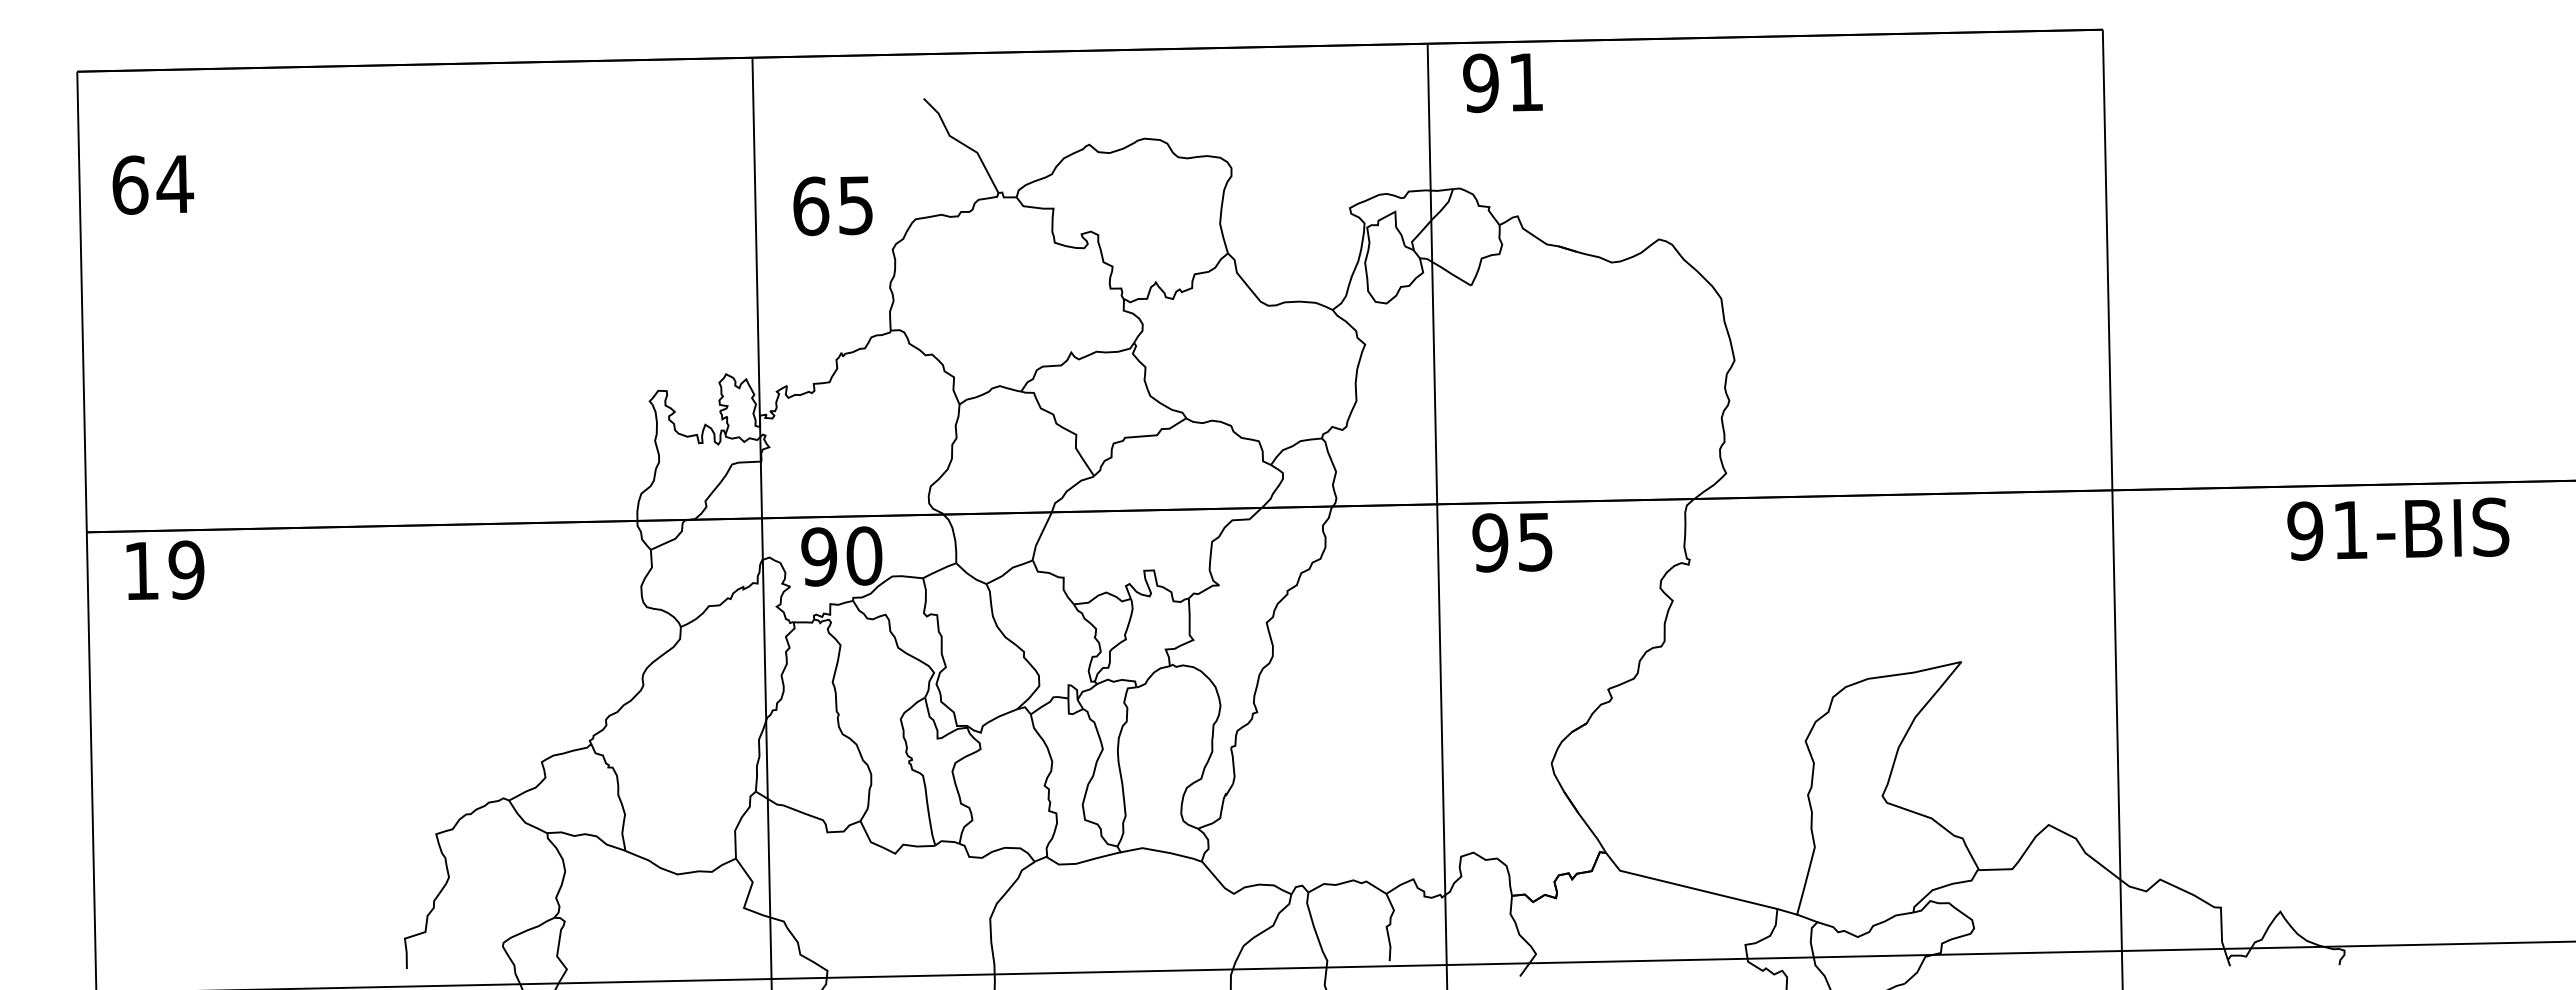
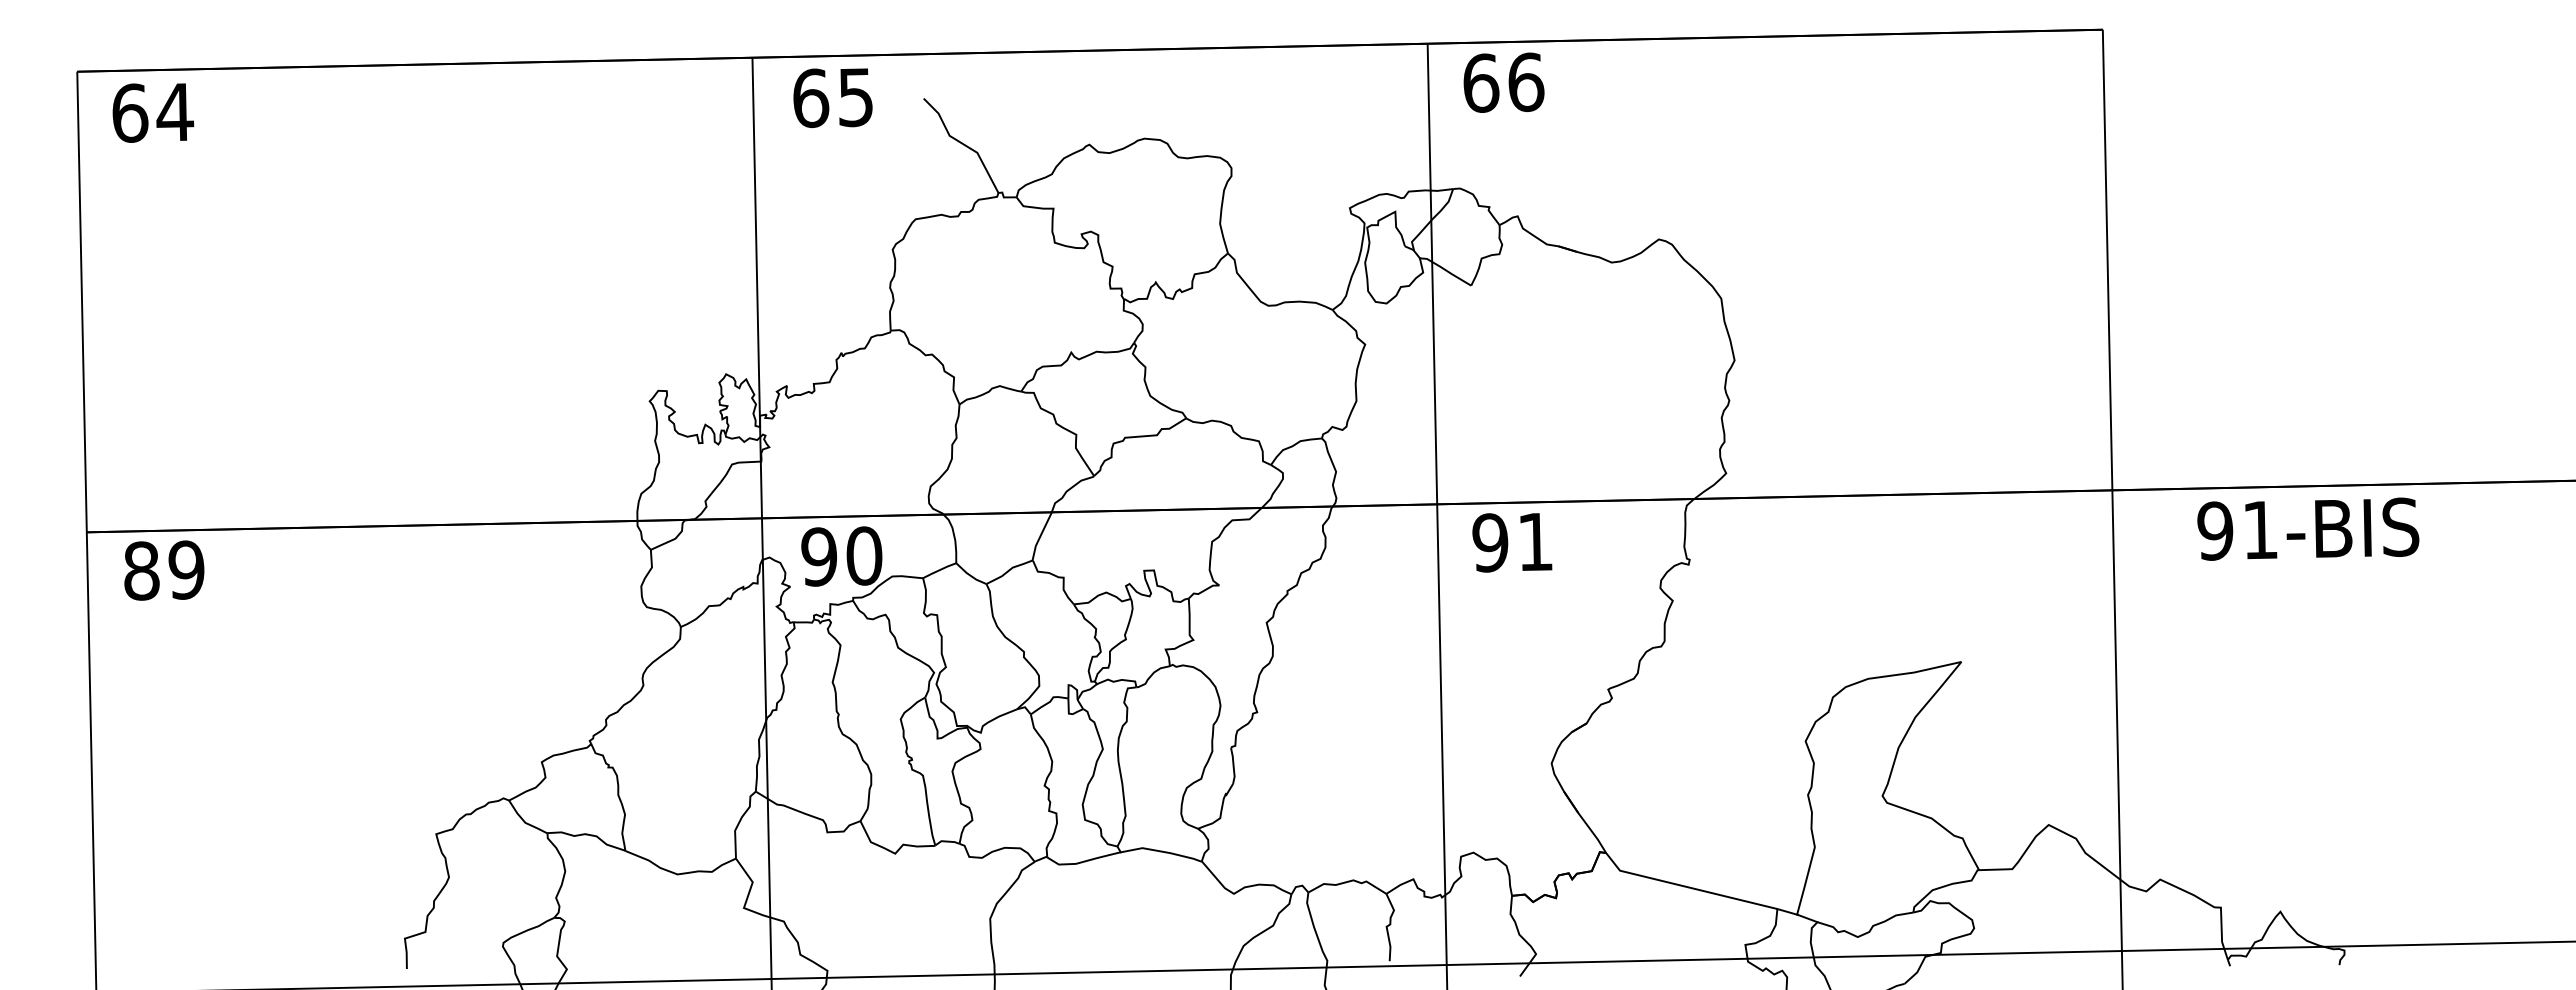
text at (1503, 82): 91 -> 66
text at (153, 184) position: (153, 184) -> (153, 112)
text at (832, 206) position: (832, 206) -> (832, 98)
text at (2398, 528) position: (2398, 528) -> (2308, 528)
text at (1535, 542): 95 -> 91
text at (141, 570): 19 -> 89
